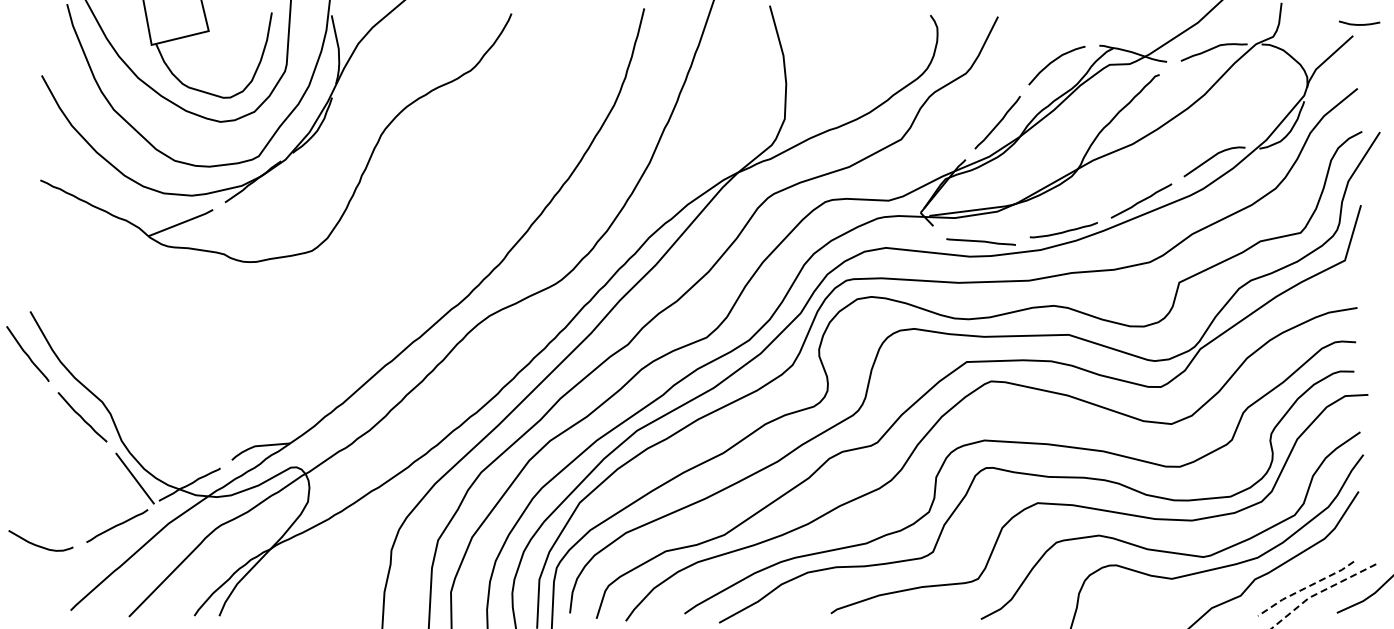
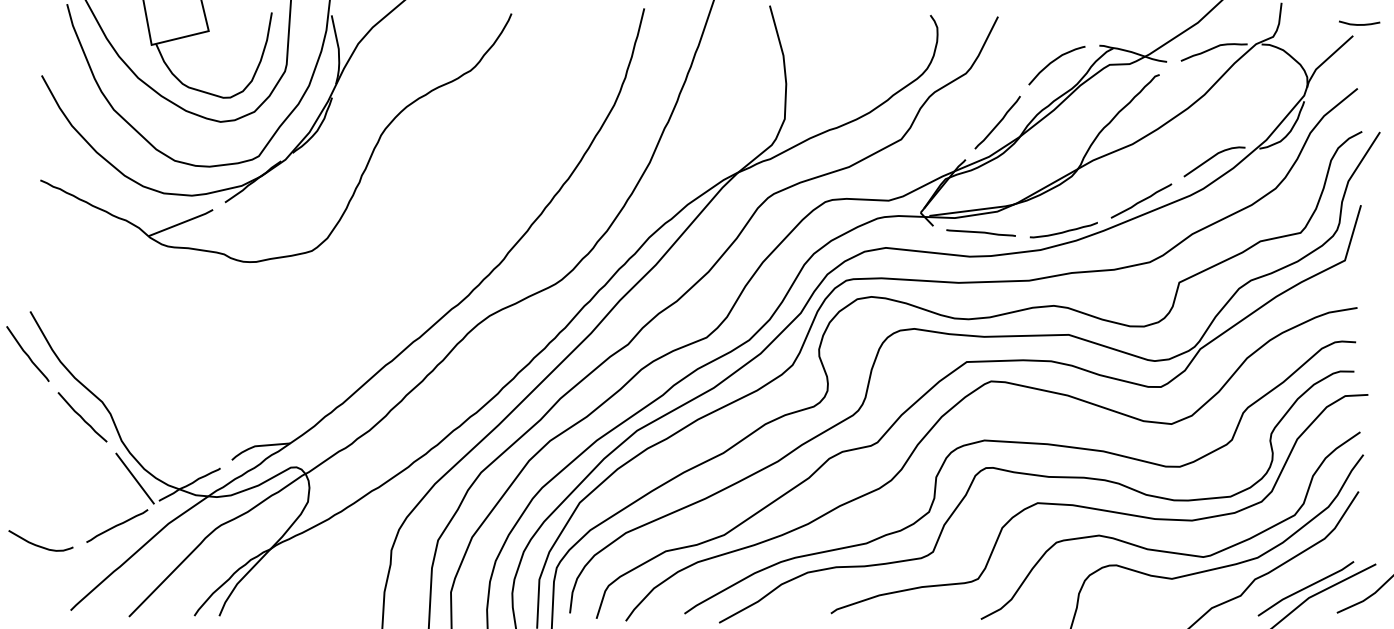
line at (980, 241) position: (980, 241) -> (980, 232)
line at (1305, 588): dashed -> solid
line at (1320, 592): dashed -> solid
